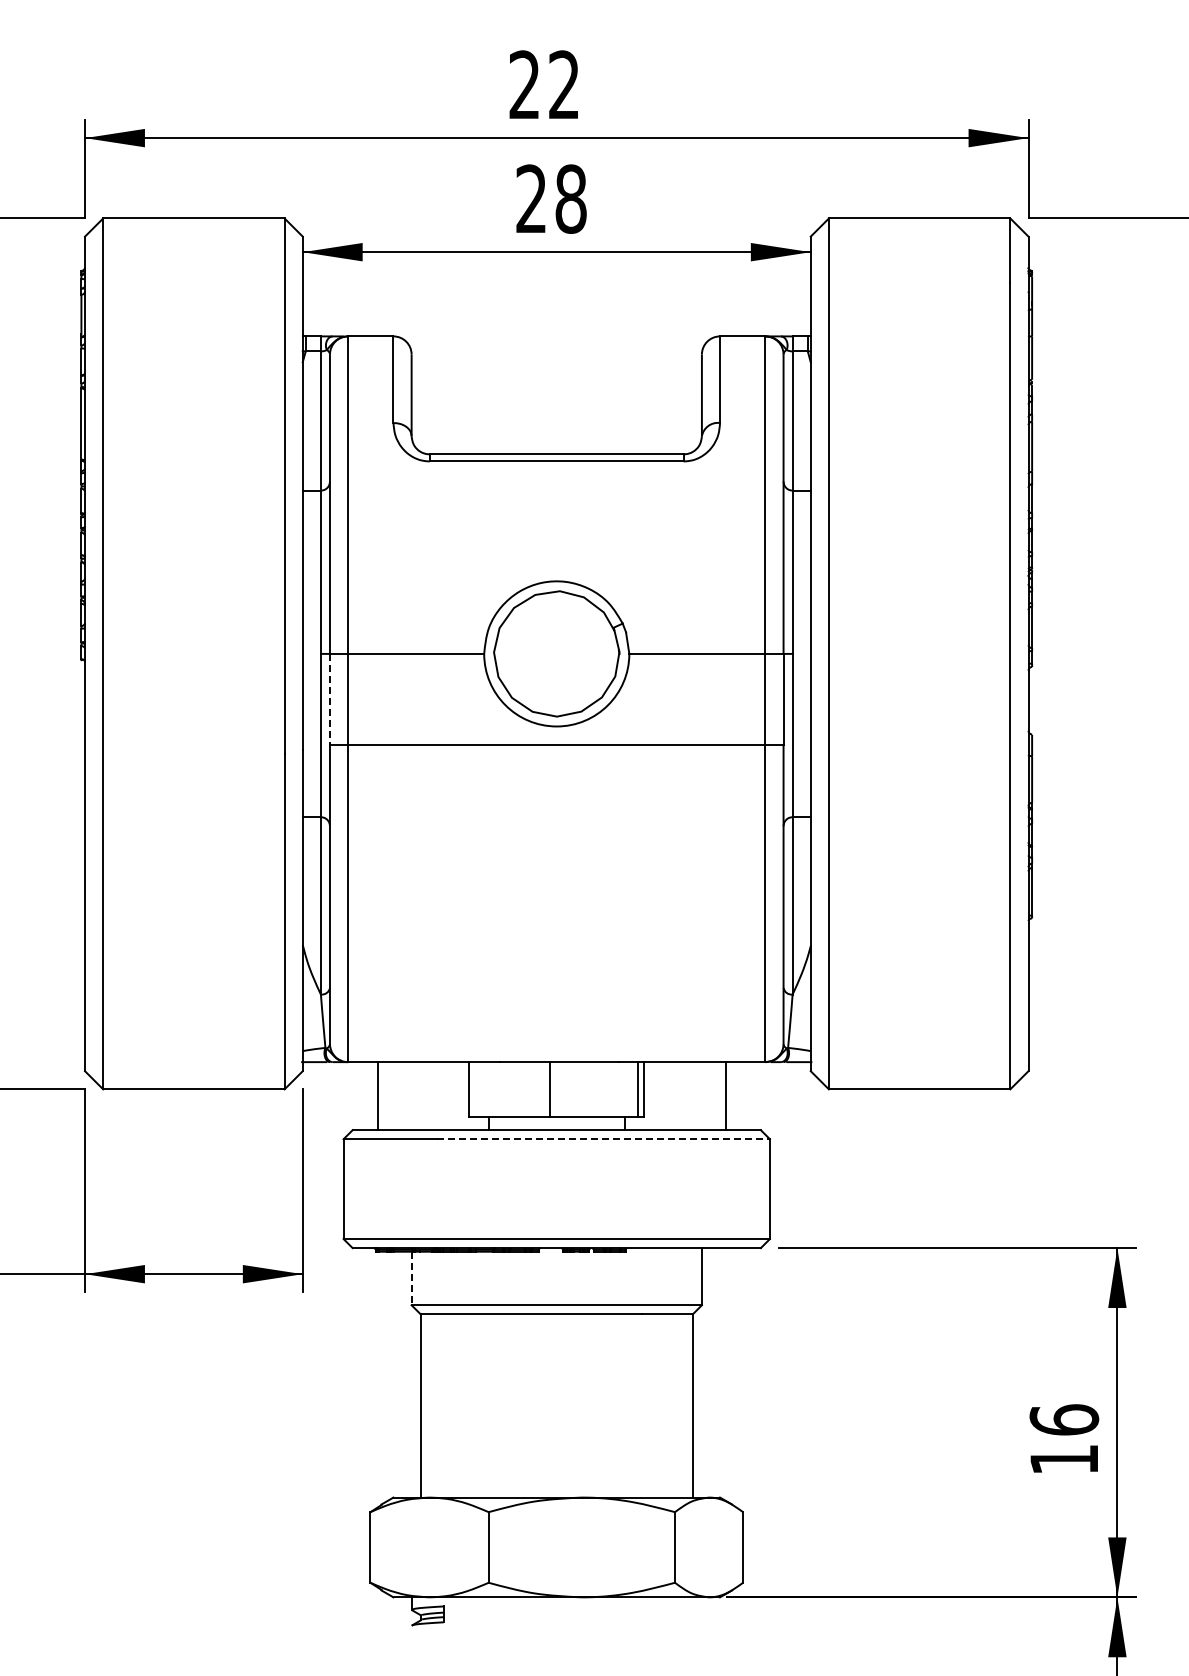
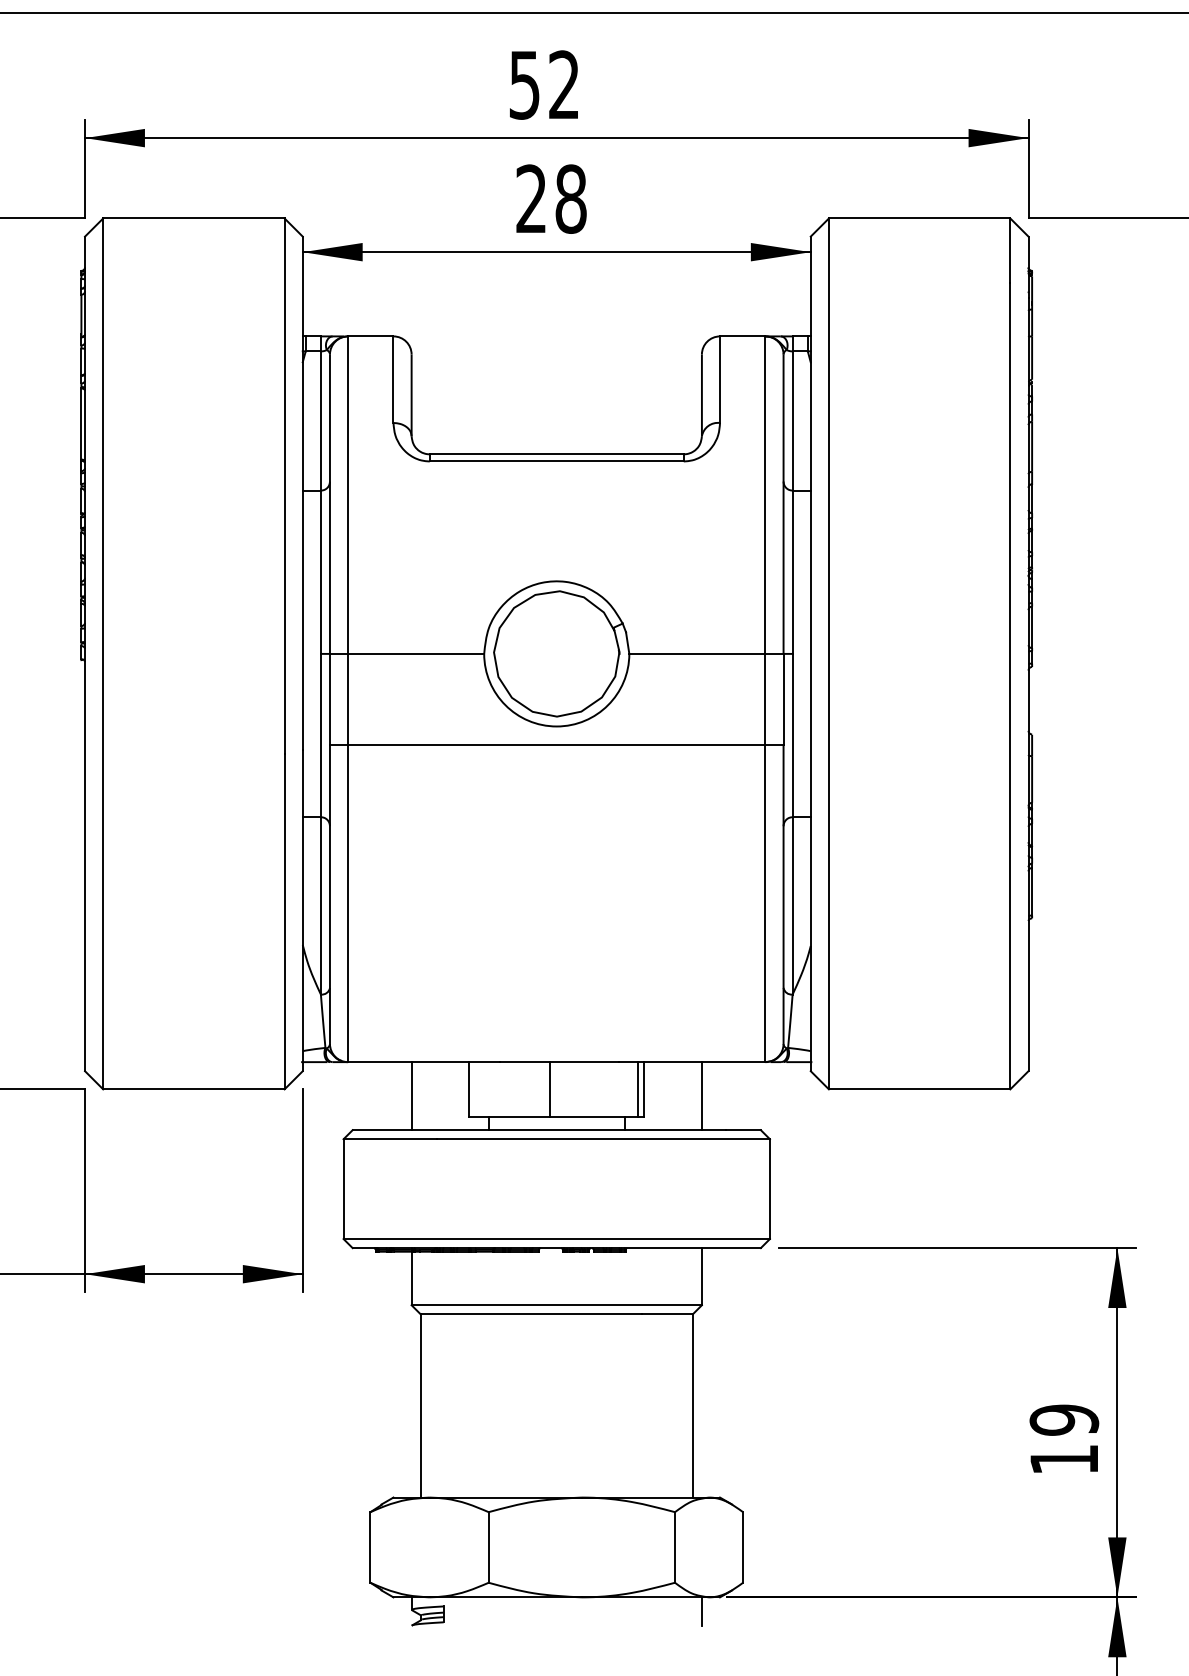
line at (593, 13): none -> present
text at (524, 84): 22 -> 52
line at (329, 699): dashed -> solid
line at (377, 1096) position: (377, 1096) -> (411, 1096)
line at (725, 1096) position: (725, 1096) -> (701, 1096)
line at (604, 1139): dashed -> solid
line at (411, 1278): dashed -> solid
text at (1064, 1419): 16 -> 19
line at (701, 1611): none -> present
